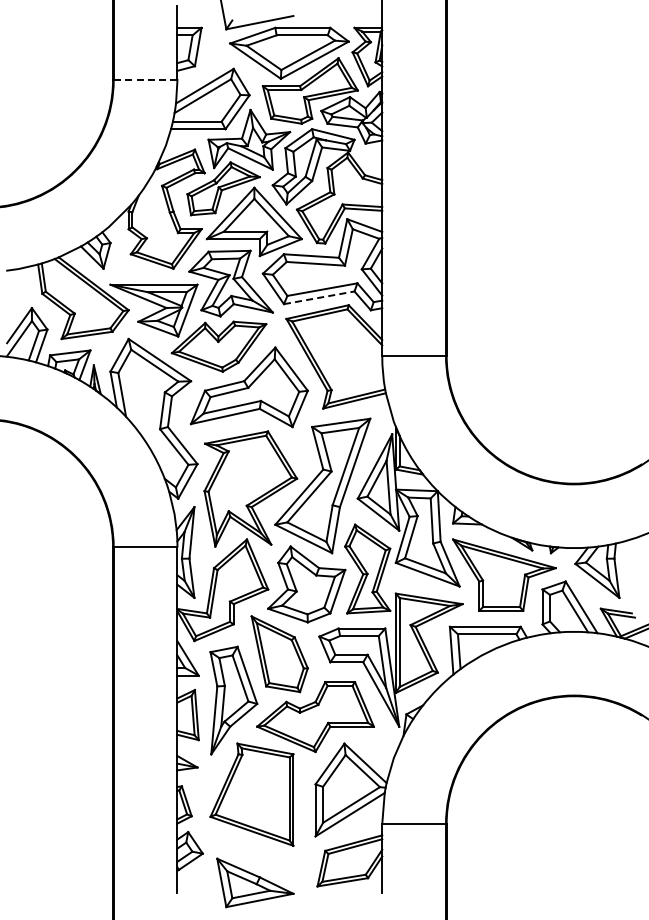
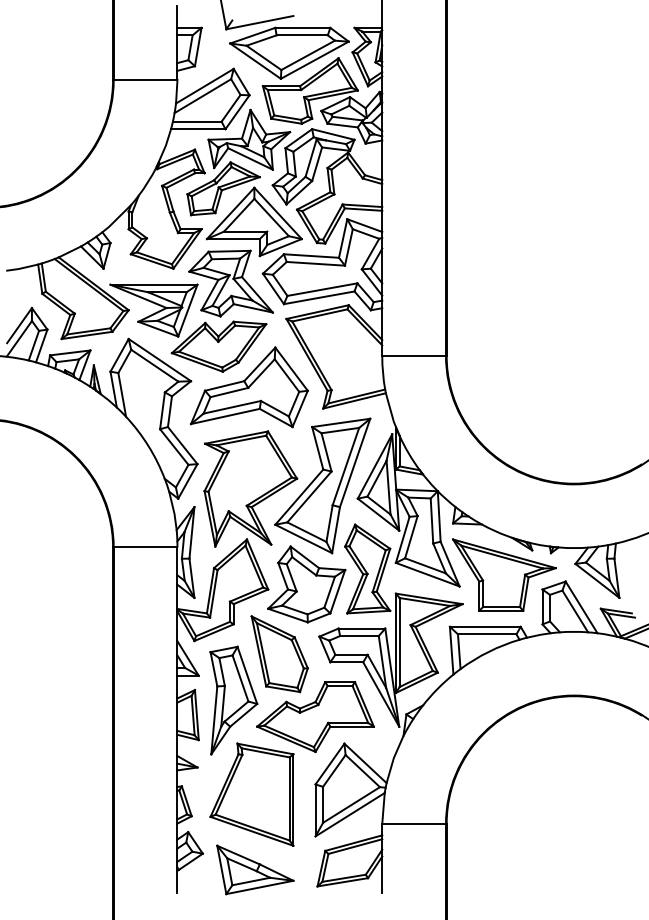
line at (145, 80): dashed -> solid
line at (319, 297): dashed -> solid
part at (255, 882) position: (255, 882) -> (255, 869)
